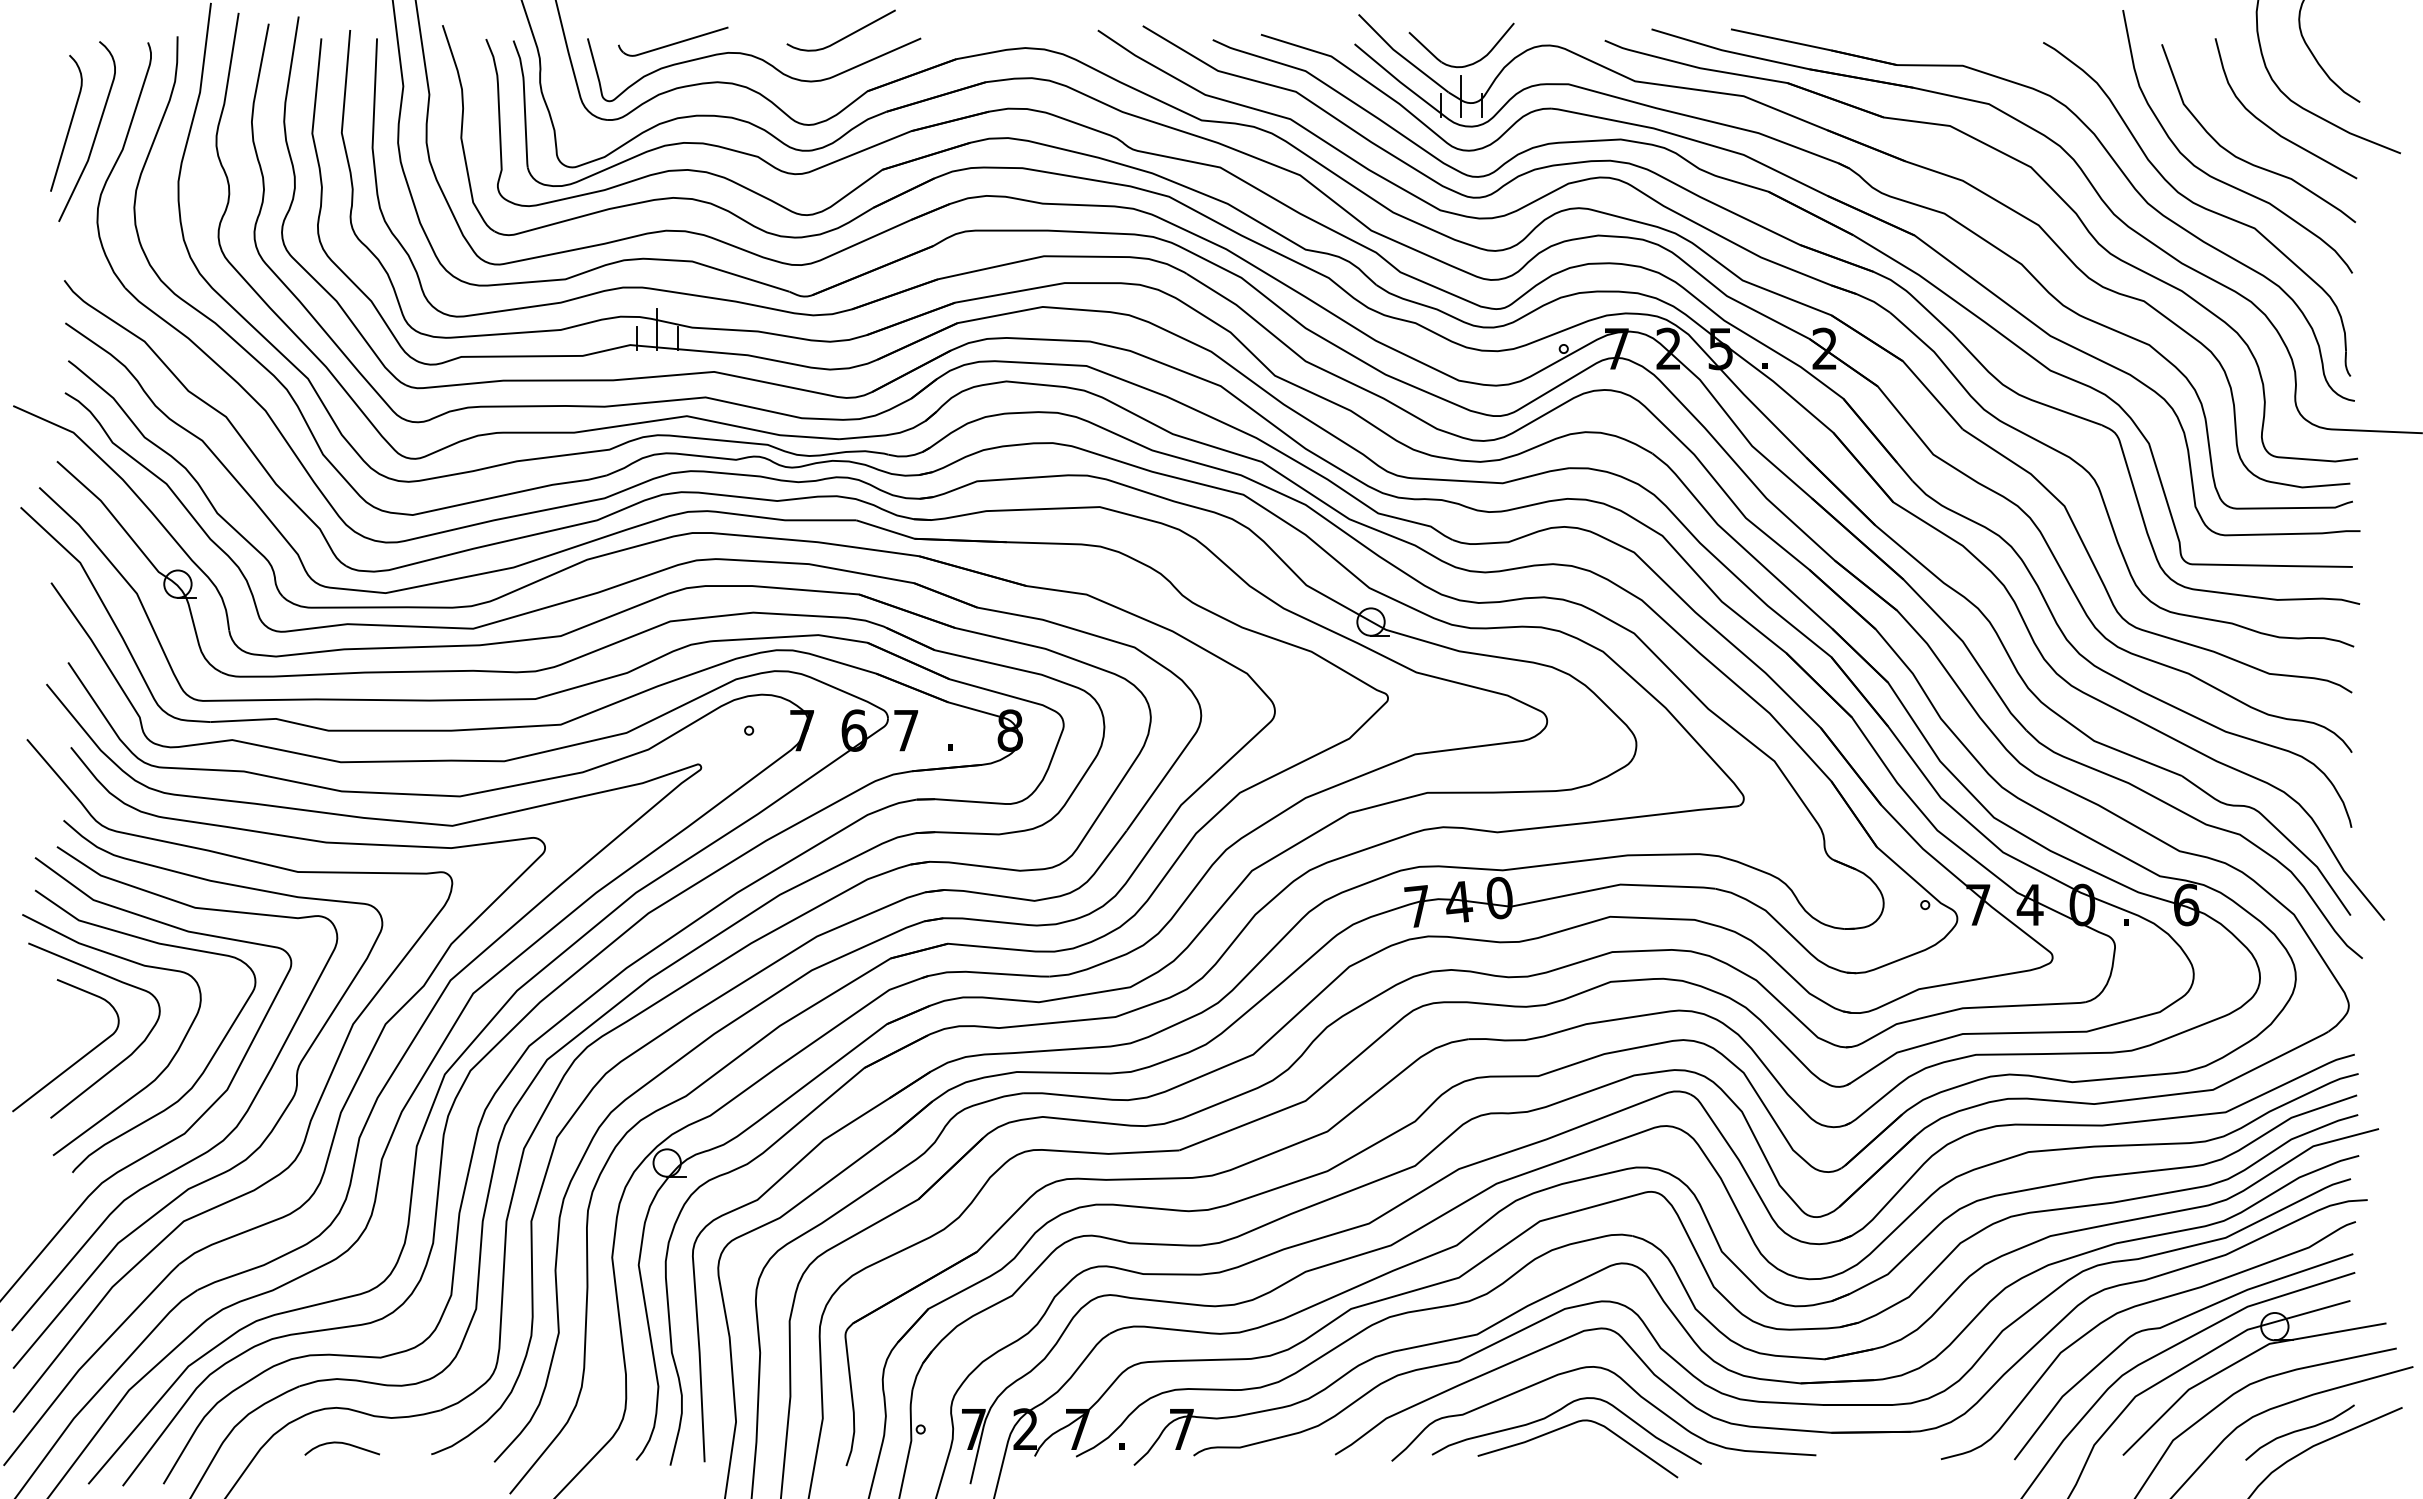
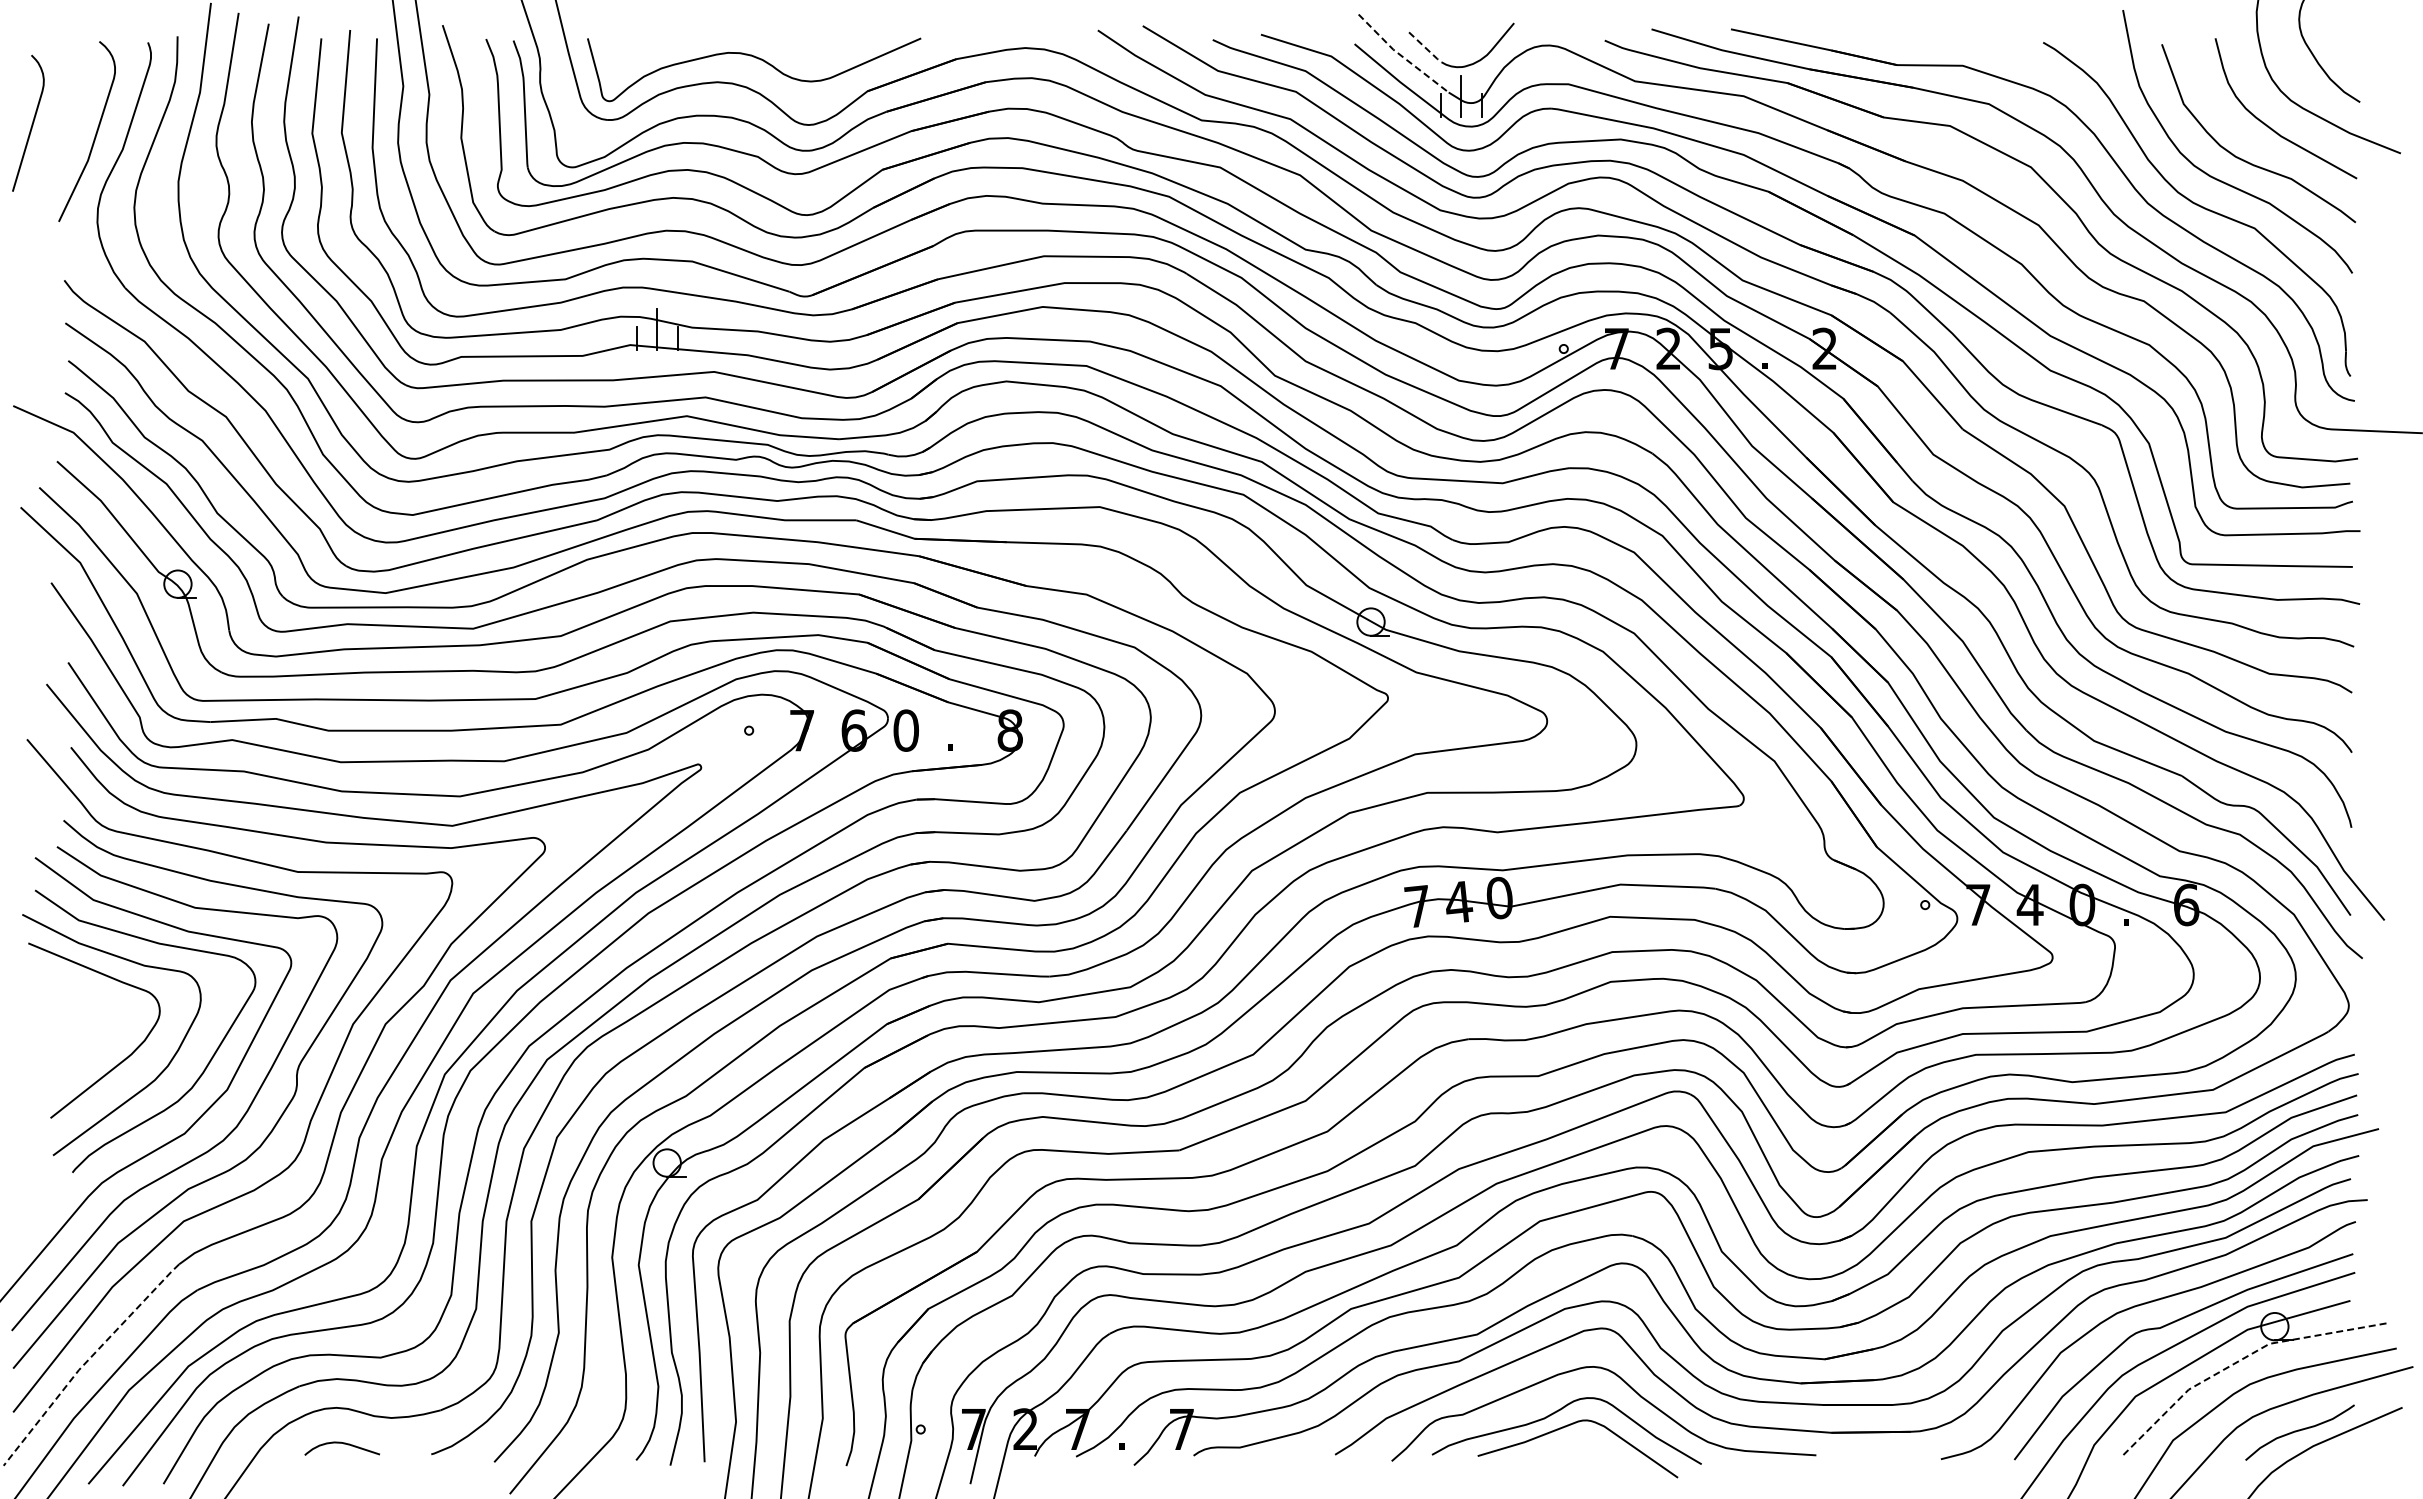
curve at (843, 37): present -> none
part at (673, 41): present -> none
line at (1425, 48): solid -> dashed
line at (1401, 55): solid -> dashed
curve at (69, 124) position: (69, 124) -> (31, 124)
text at (905, 730): 7 -> 0
curve at (79, 1058): present -> none
line at (2239, 1360): solid -> dashed
line at (87, 1361): solid -> dashed
